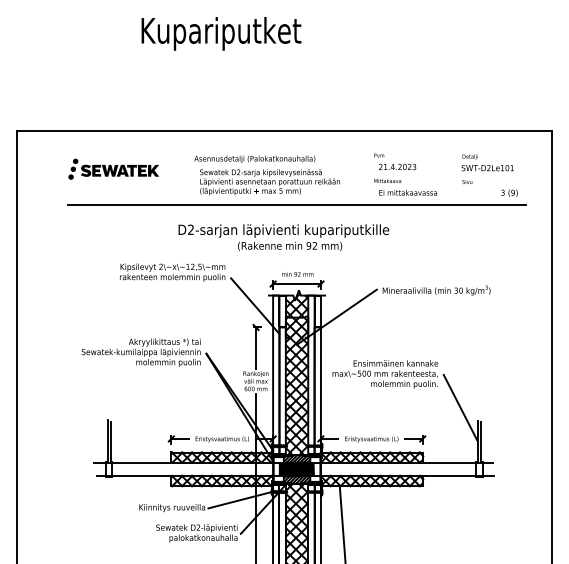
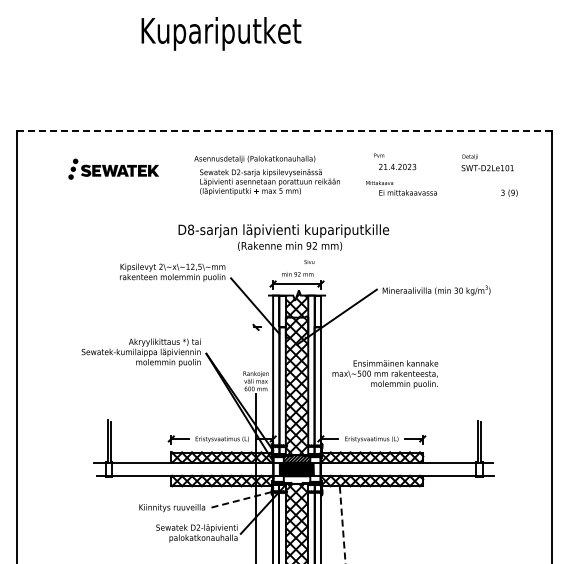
line at (284, 130): solid -> dashed
text at (387, 180) position: (387, 180) -> (379, 182)
text at (467, 182) position: (467, 182) -> (309, 262)
line at (296, 204): present -> none
text at (191, 229): D2-sarjan -> D8-sarjan
line at (256, 348): present -> none
line at (460, 407): present -> none
hatch at (296, 479): present -> none
line at (239, 500): solid -> dashed
line at (342, 525): solid -> dashed
